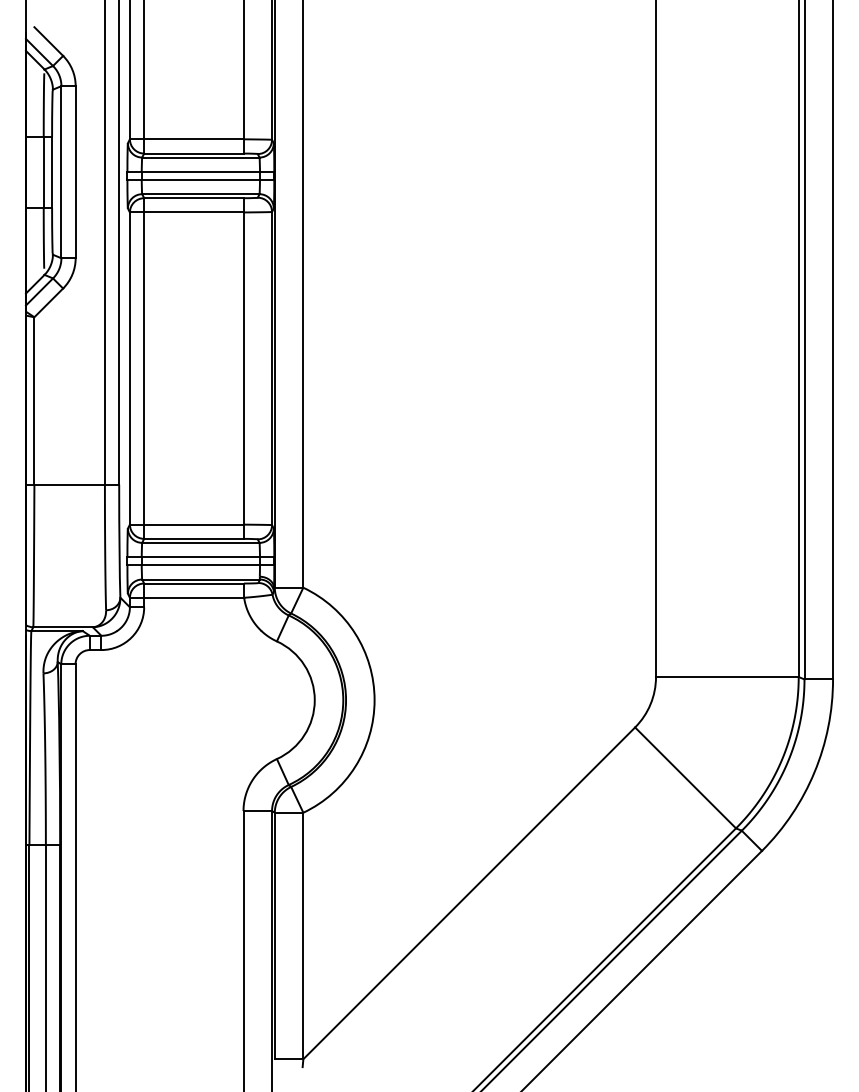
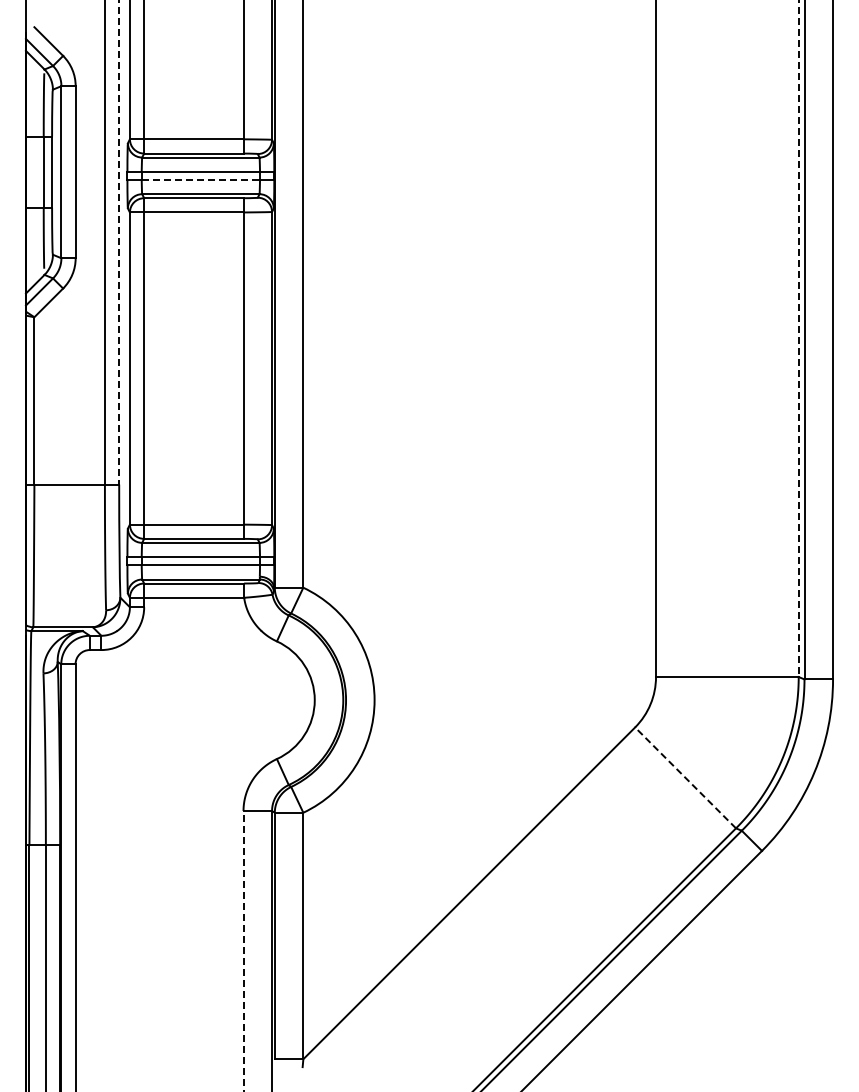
line at (201, 179): solid -> dashed
line at (119, 242): solid -> dashed
line at (798, 339): solid -> dashed
line at (685, 777): solid -> dashed
line at (243, 951): solid -> dashed
